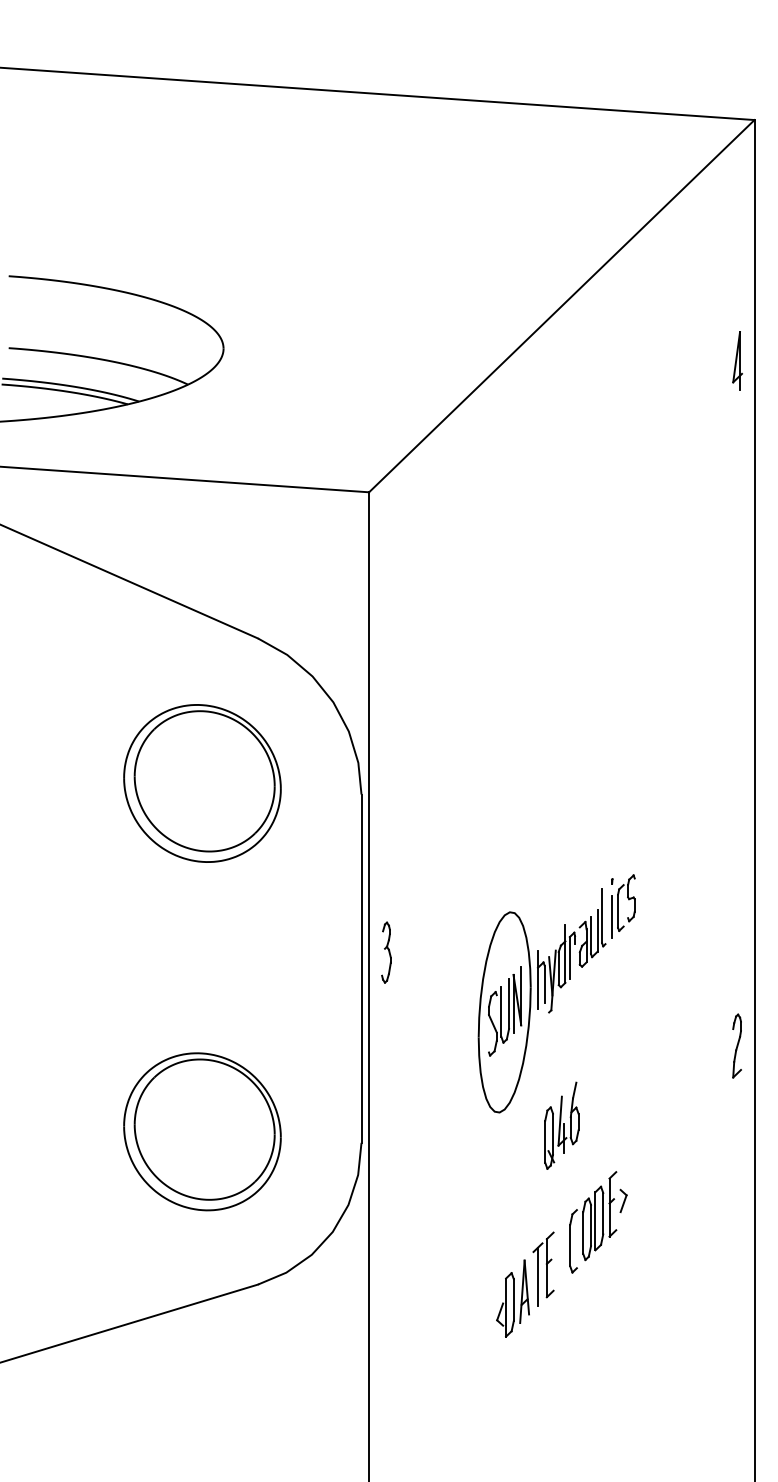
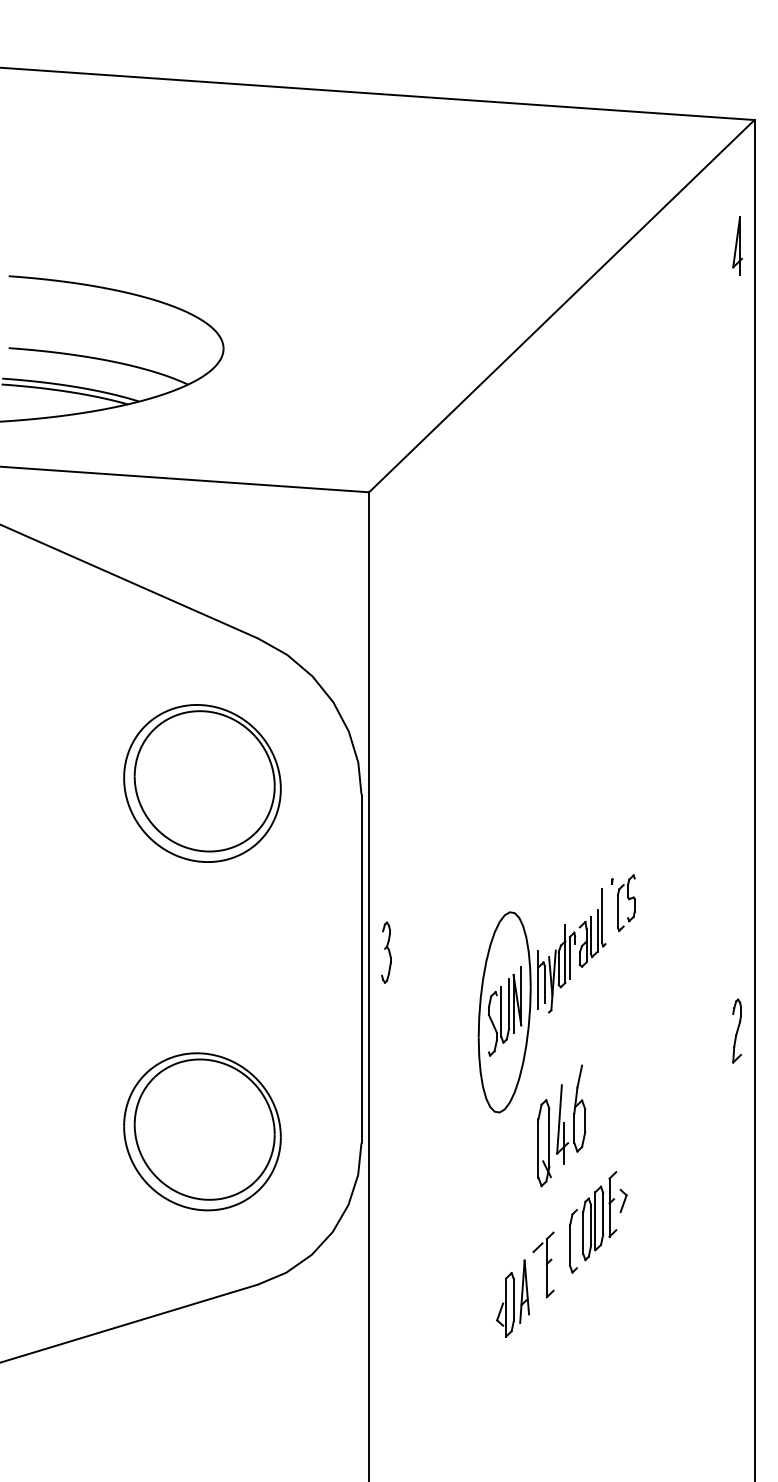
part at (737, 360) position: (737, 360) -> (737, 245)
line at (612, 916): present -> none
part at (736, 1045) position: (736, 1045) -> (736, 1030)
part at (561, 1125) size: 36x89 px -> 50x124 px
line at (537, 1276): present -> none
